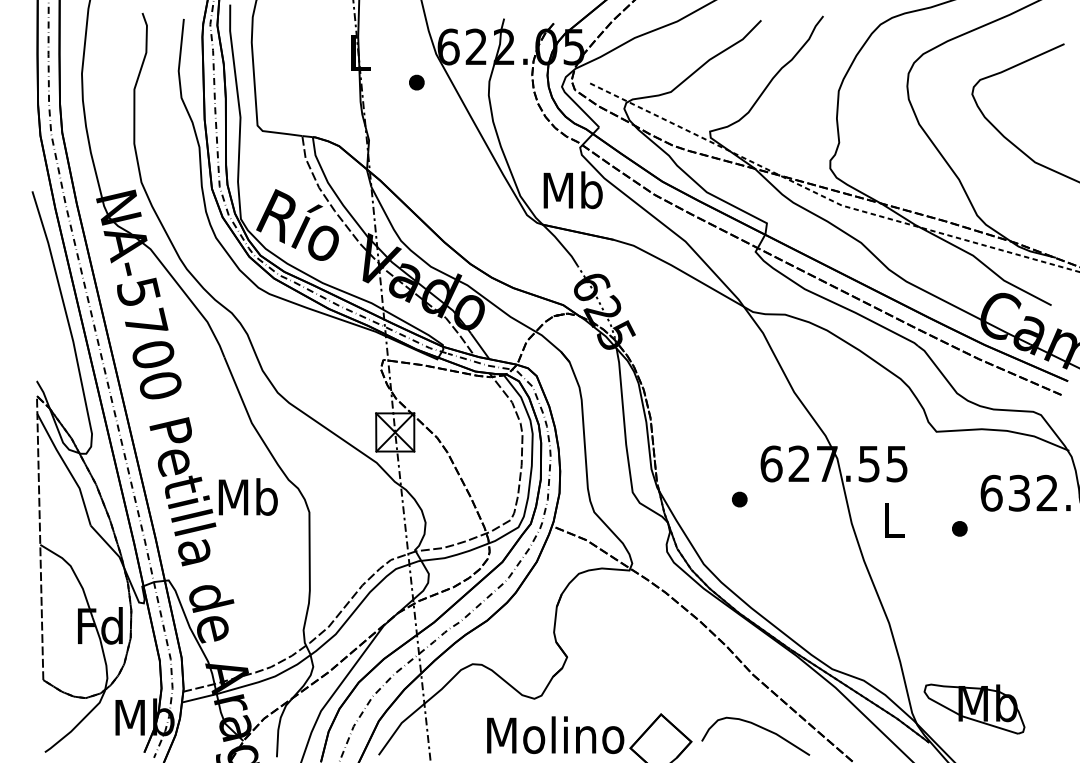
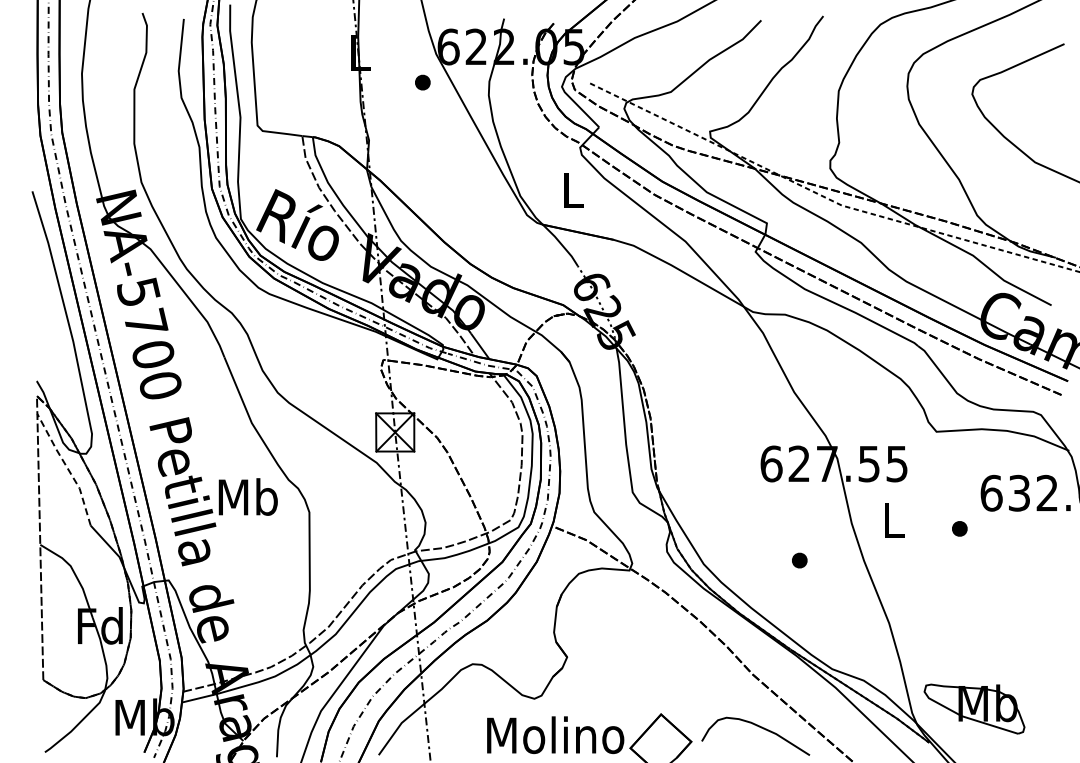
part at (416, 82) position: (416, 82) -> (422, 82)
text at (572, 190): Mb -> L
line at (67, 468): solid -> dashed
part at (739, 499) position: (739, 499) -> (799, 560)
